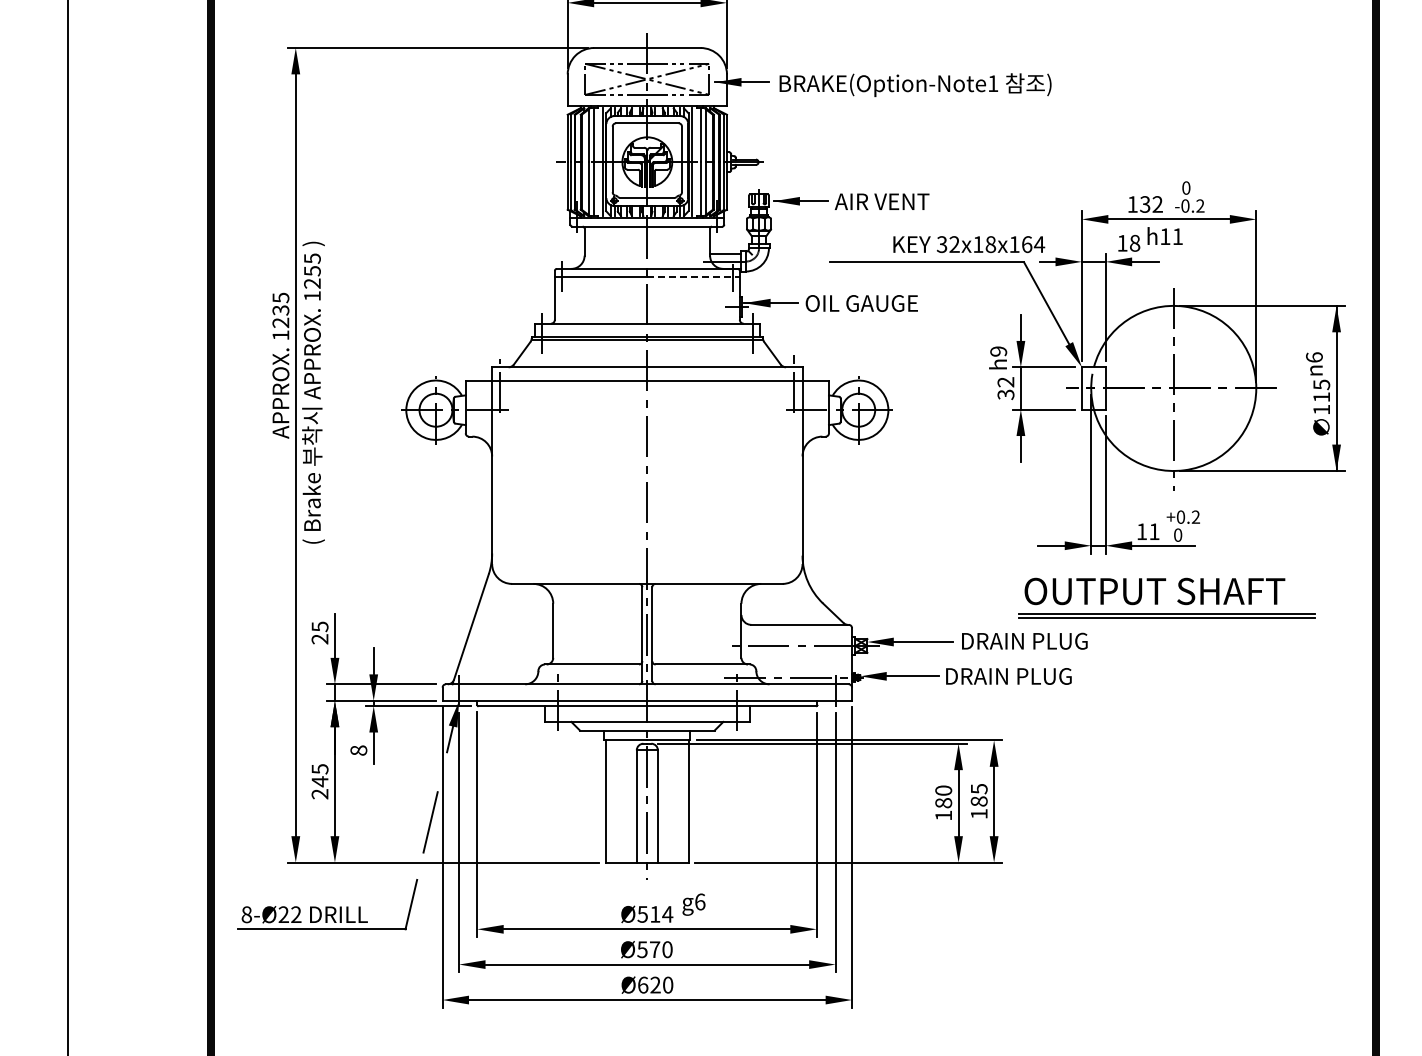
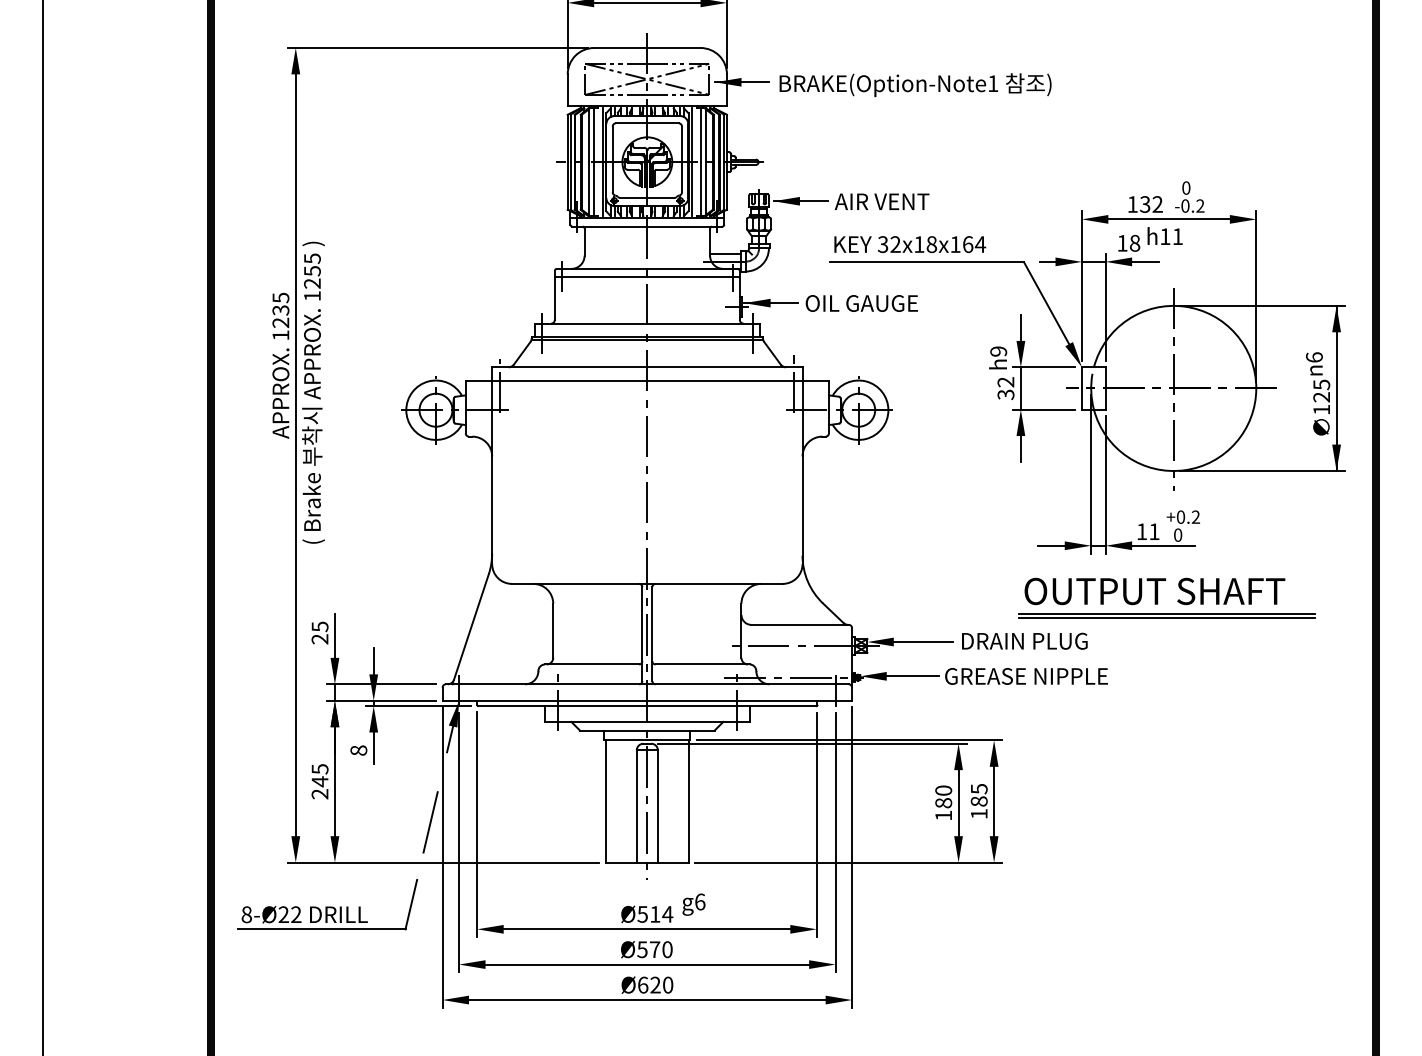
text at (969, 244) position: (969, 244) -> (910, 244)
line at (694, 277): dashed -> solid
text at (1321, 397): 115 -> 125
line at (67, 527) position: (67, 527) -> (42, 527)
text at (1026, 676): DRAIN PLUG -> GREASE NIPPLE
